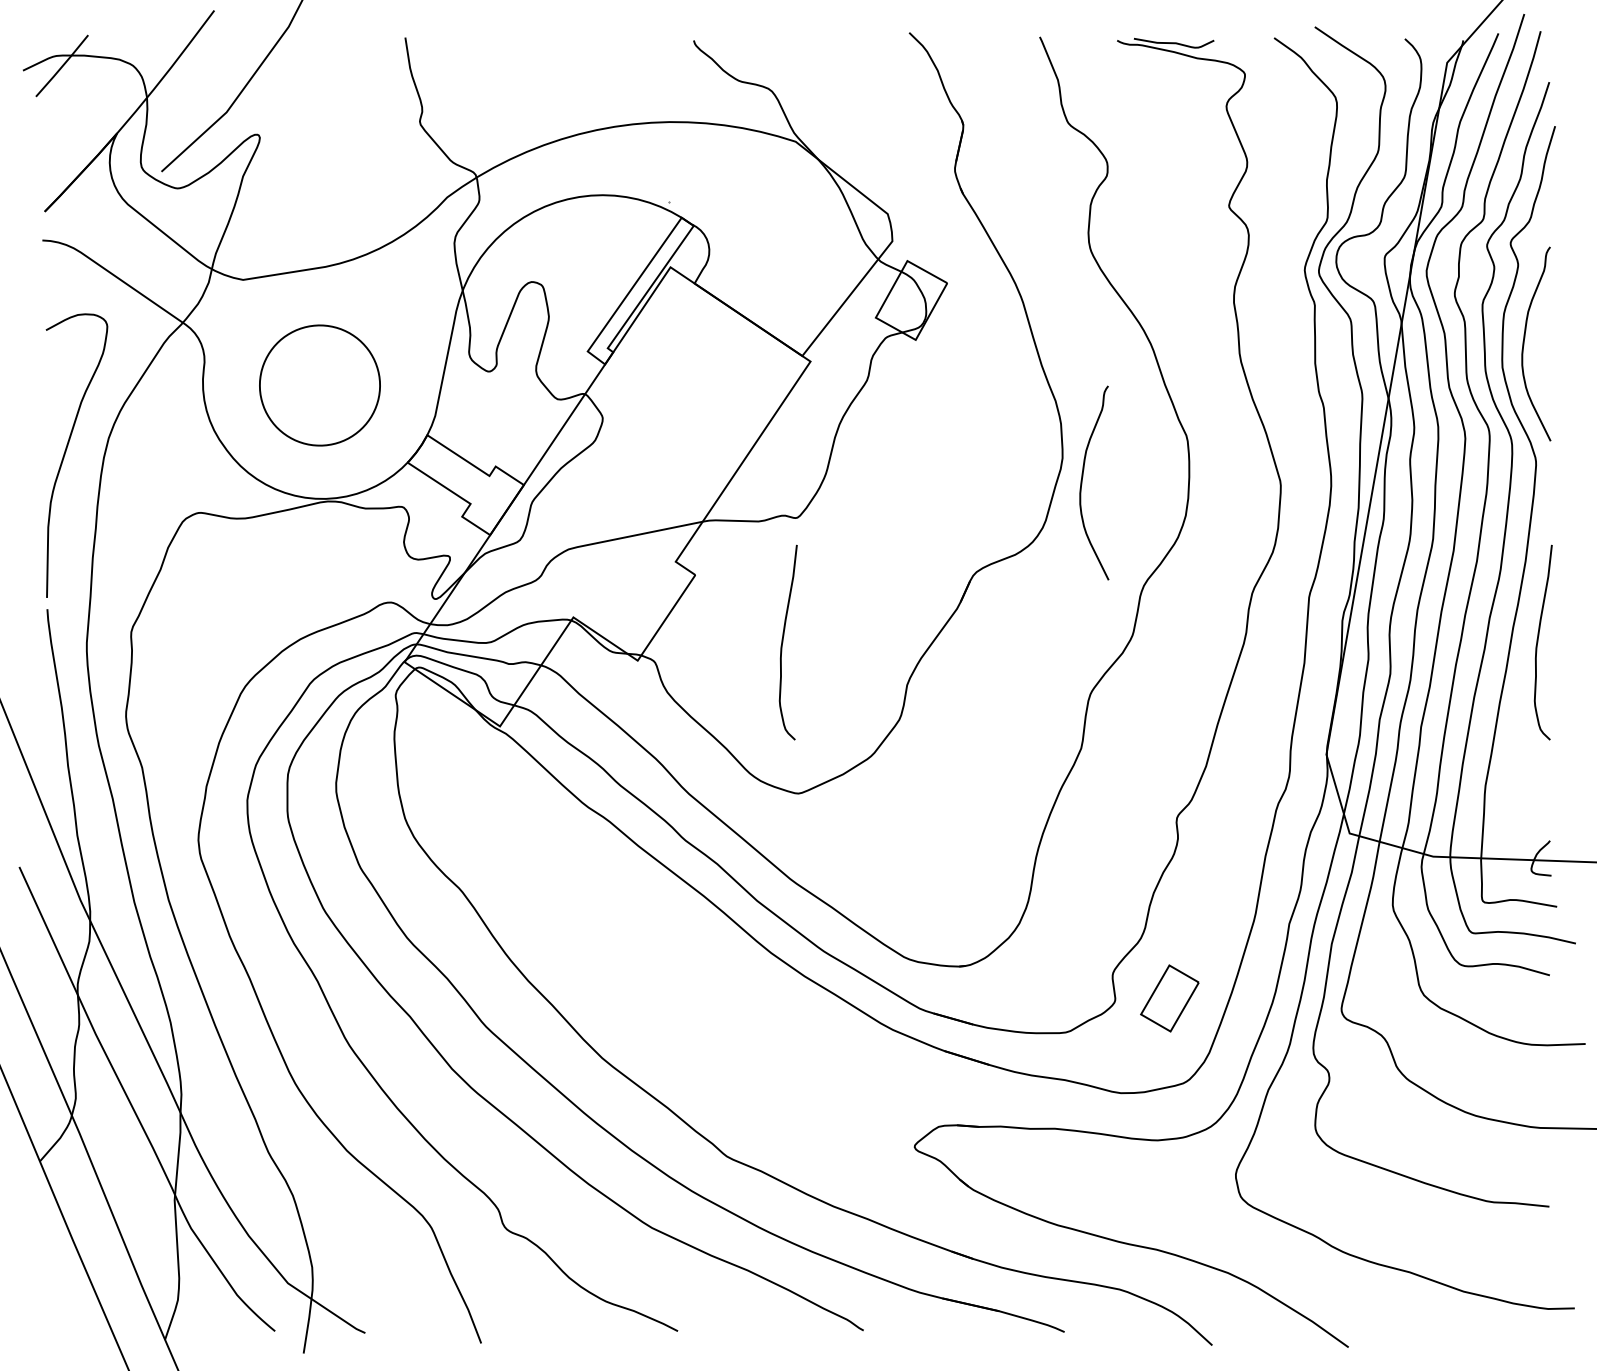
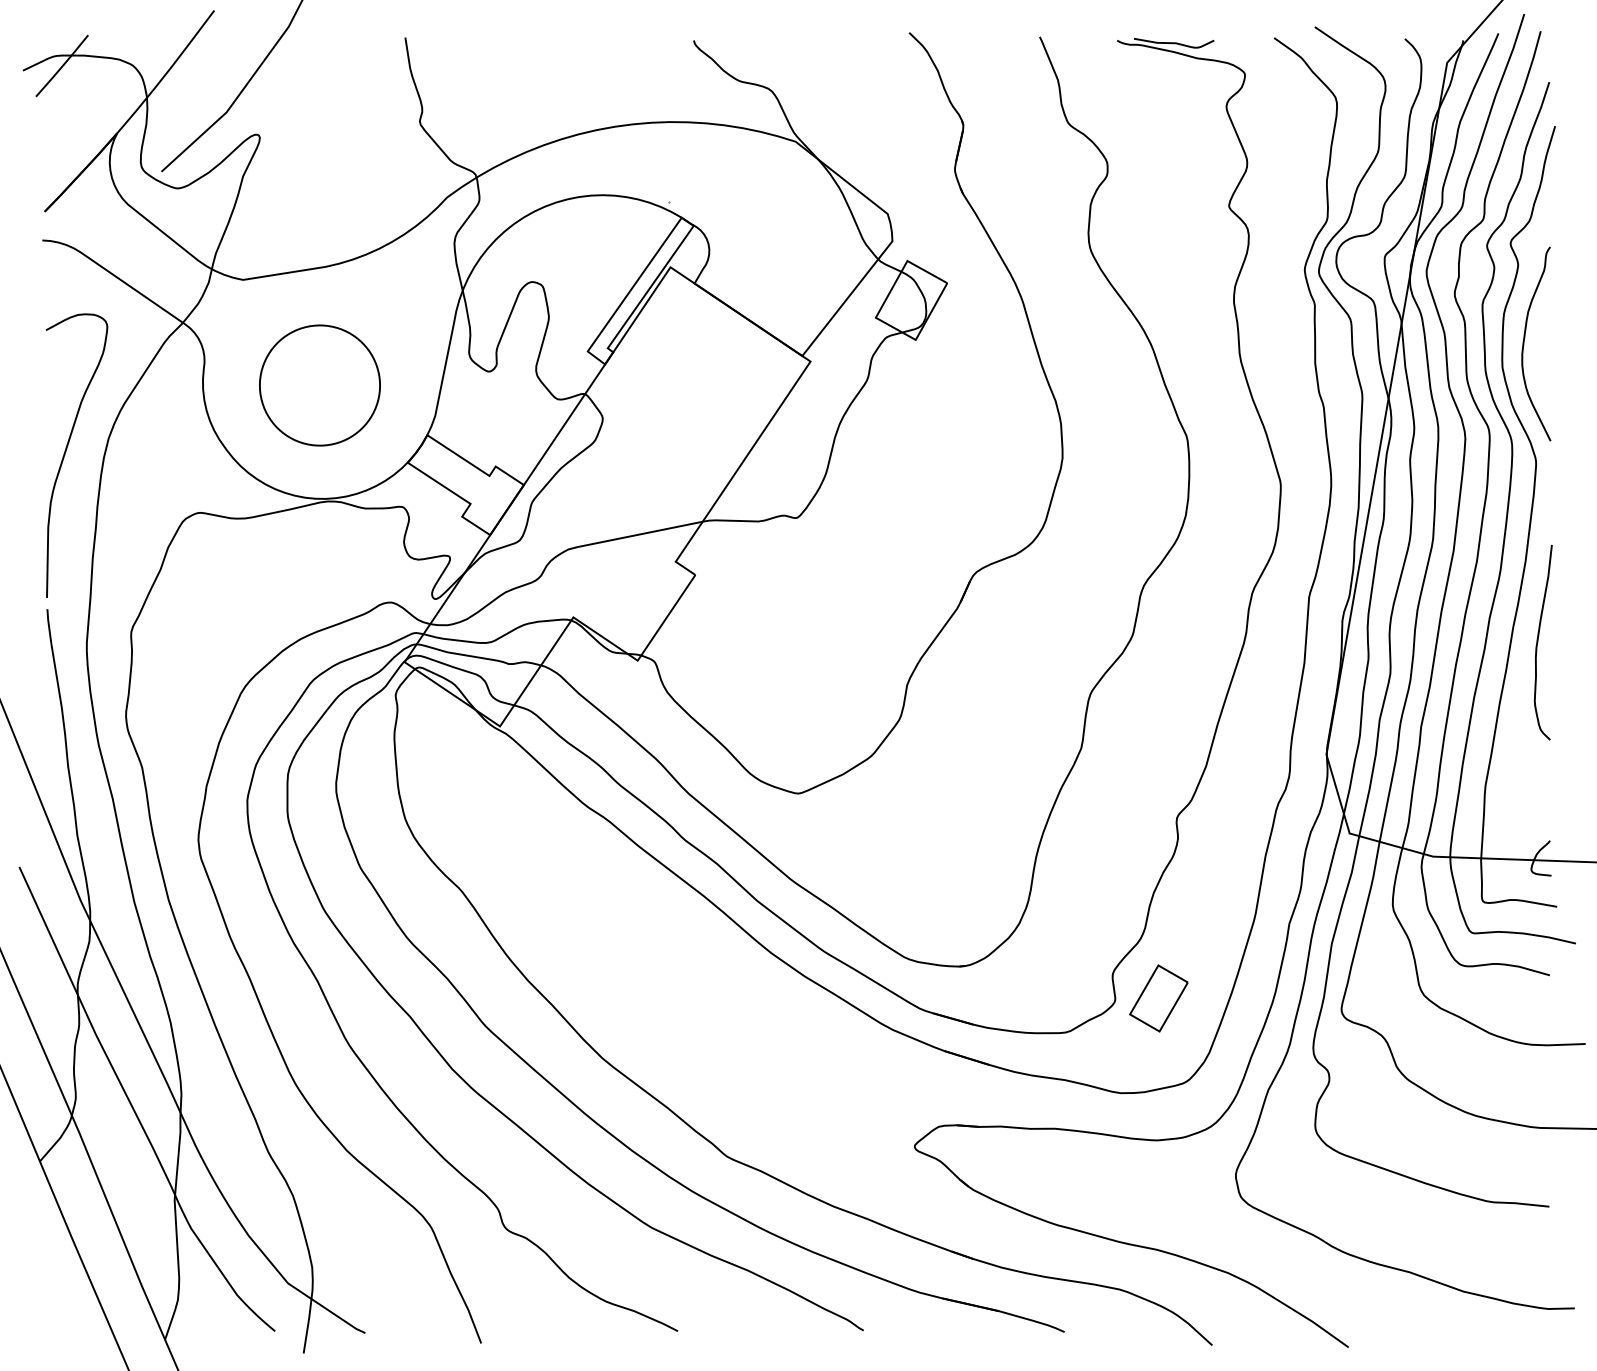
curve at (1082, 482): present -> none
curve at (783, 642): present -> none
part at (1169, 998) position: (1169, 998) -> (1158, 998)
